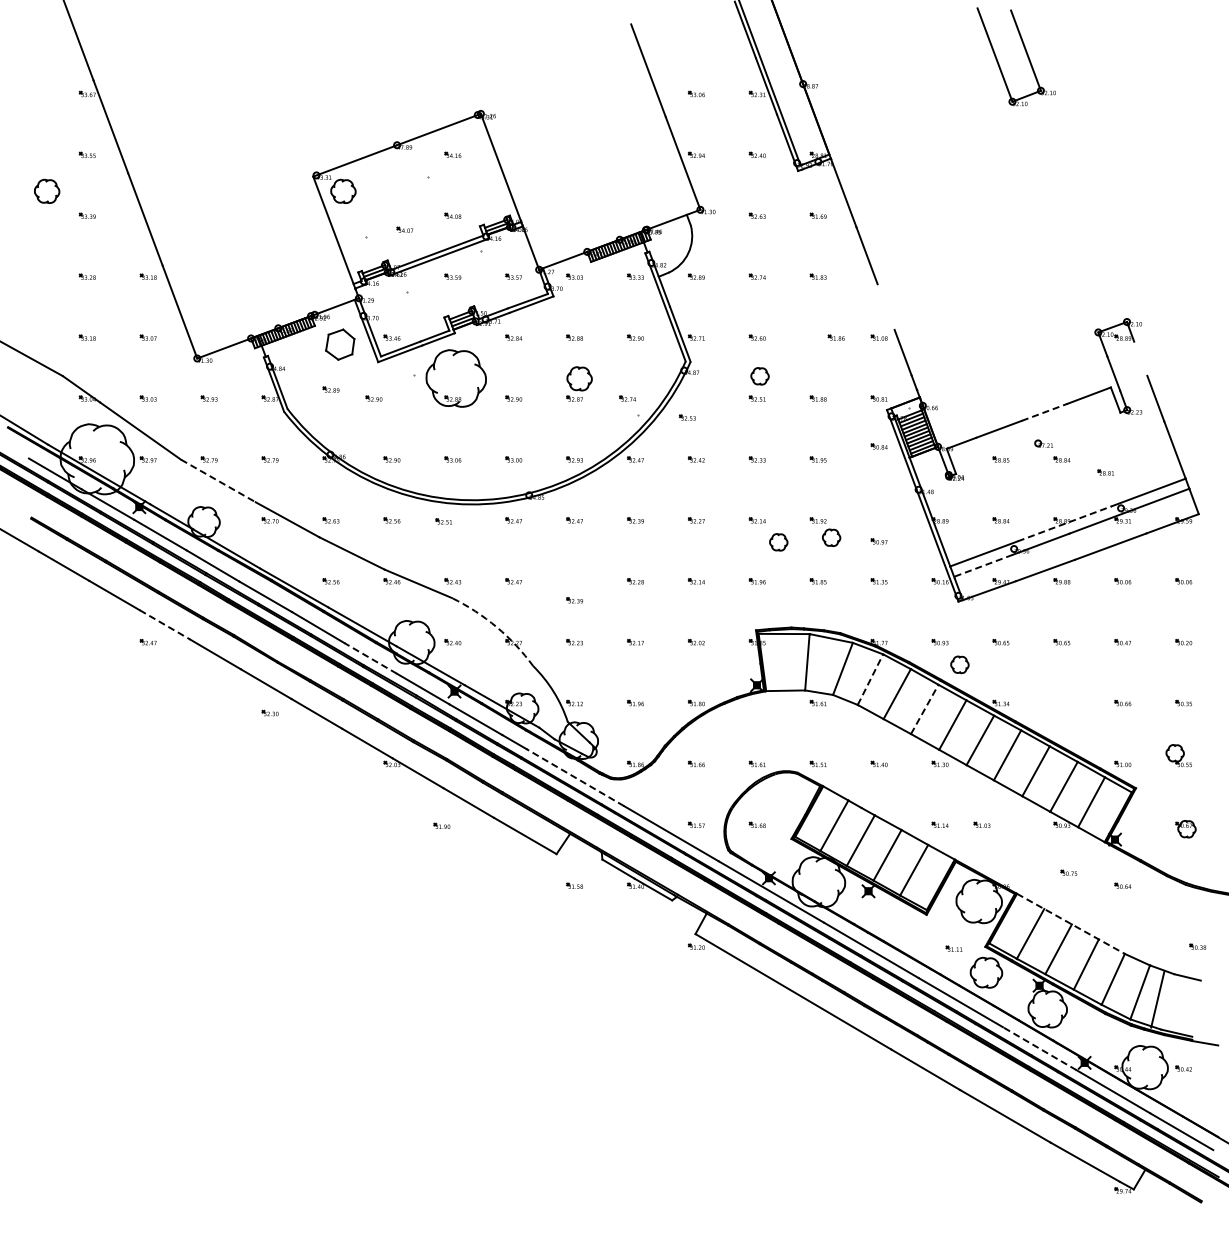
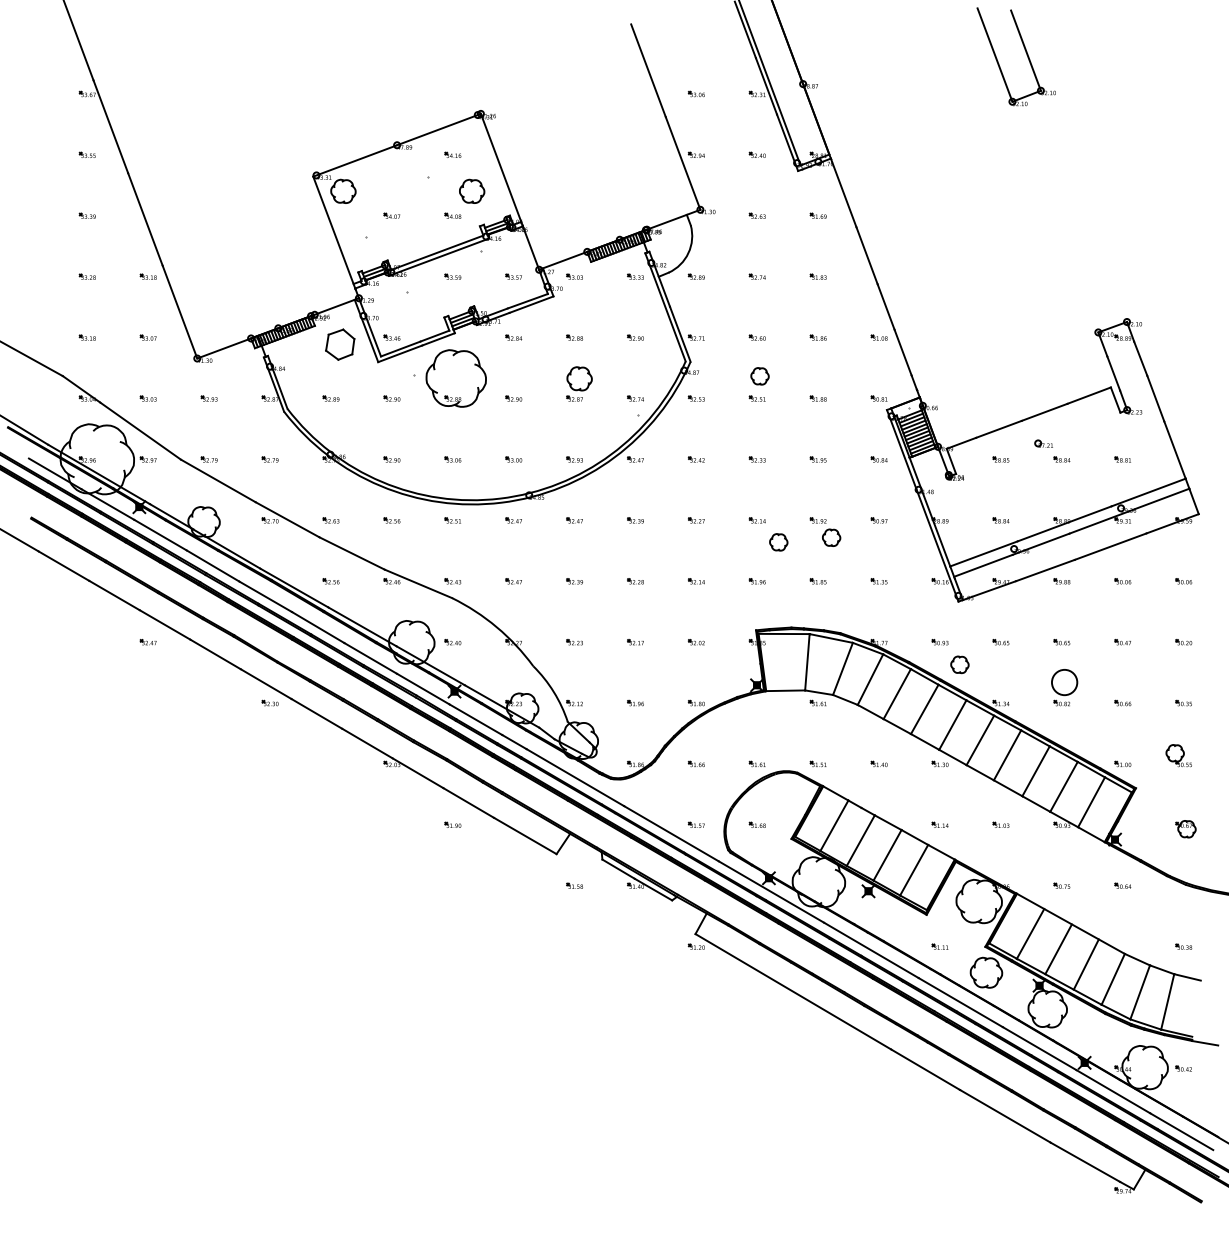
part at (47, 190) position: (47, 190) -> (472, 190)
part at (404, 229) position: (404, 229) -> (391, 215)
line at (885, 306): none -> present
part at (835, 337) position: (835, 337) -> (817, 337)
line at (1140, 358): none -> present
part at (330, 389) position: (330, 389) -> (330, 398)
part at (373, 398) position: (373, 398) -> (391, 398)
part at (627, 398) position: (627, 398) -> (635, 398)
line at (1045, 412): dashed -> solid
part at (686, 417) position: (686, 417) -> (695, 398)
part at (878, 446) position: (878, 446) -> (878, 459)
part at (1105, 472) position: (1105, 472) -> (1122, 459)
line at (218, 480): dashed -> solid
part at (443, 521) position: (443, 521) -> (452, 520)
line at (1065, 523): dashed -> solid
part at (878, 541) position: (878, 541) -> (878, 520)
line at (982, 565): dashed -> solid
part at (574, 600) position: (574, 600) -> (574, 581)
line at (165, 625): dashed -> solid
arc at (496, 627): dashed -> solid
line at (370, 658): dashed -> solid
line at (870, 679): dashed -> solid
part at (1064, 687): none -> present
line at (925, 709): dashed -> solid
part at (269, 712) position: (269, 712) -> (269, 702)
line at (574, 777): dashed -> solid
part at (981, 824) position: (981, 824) -> (1000, 824)
part at (441, 825) position: (441, 825) -> (452, 824)
part at (1068, 872) position: (1068, 872) -> (1061, 885)
line at (1070, 923): dashed -> solid
part at (1197, 946) position: (1197, 946) -> (1183, 946)
part at (953, 948) position: (953, 948) -> (939, 946)
line at (1157, 999) position: (1157, 999) -> (1167, 1001)
line at (1039, 1048): dashed -> solid
